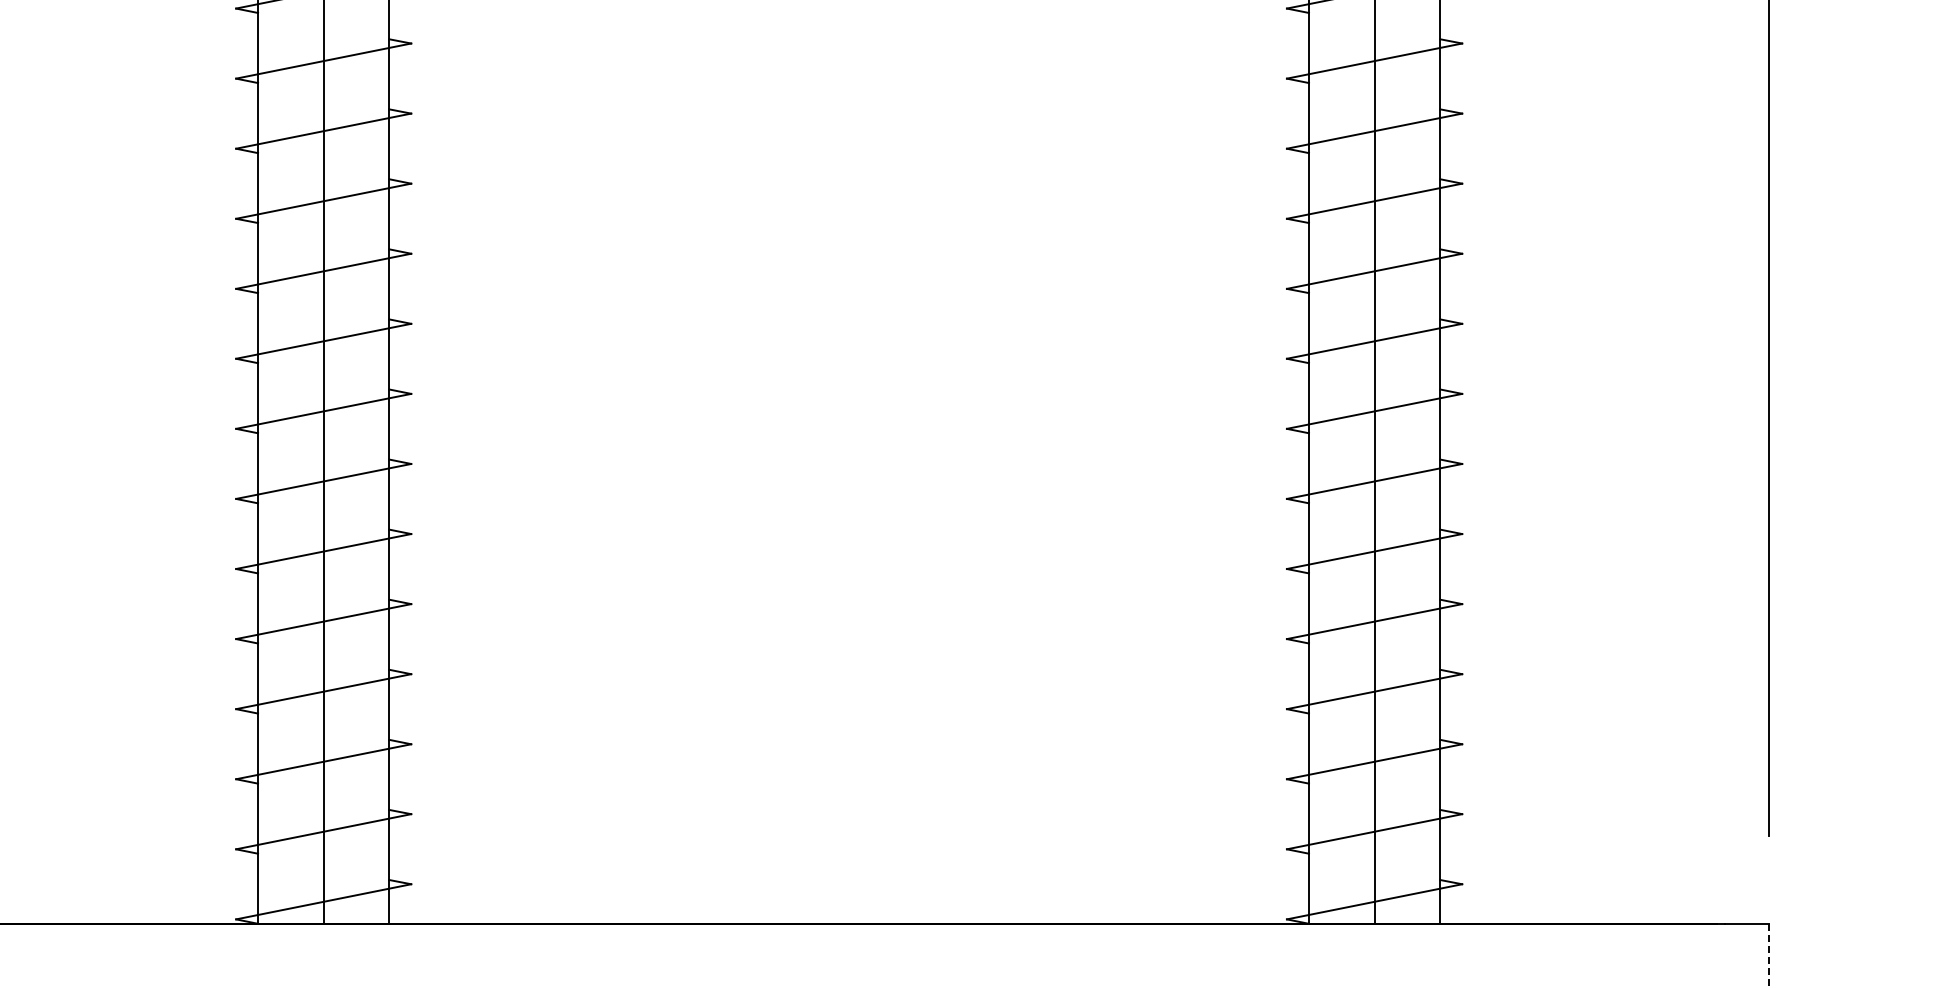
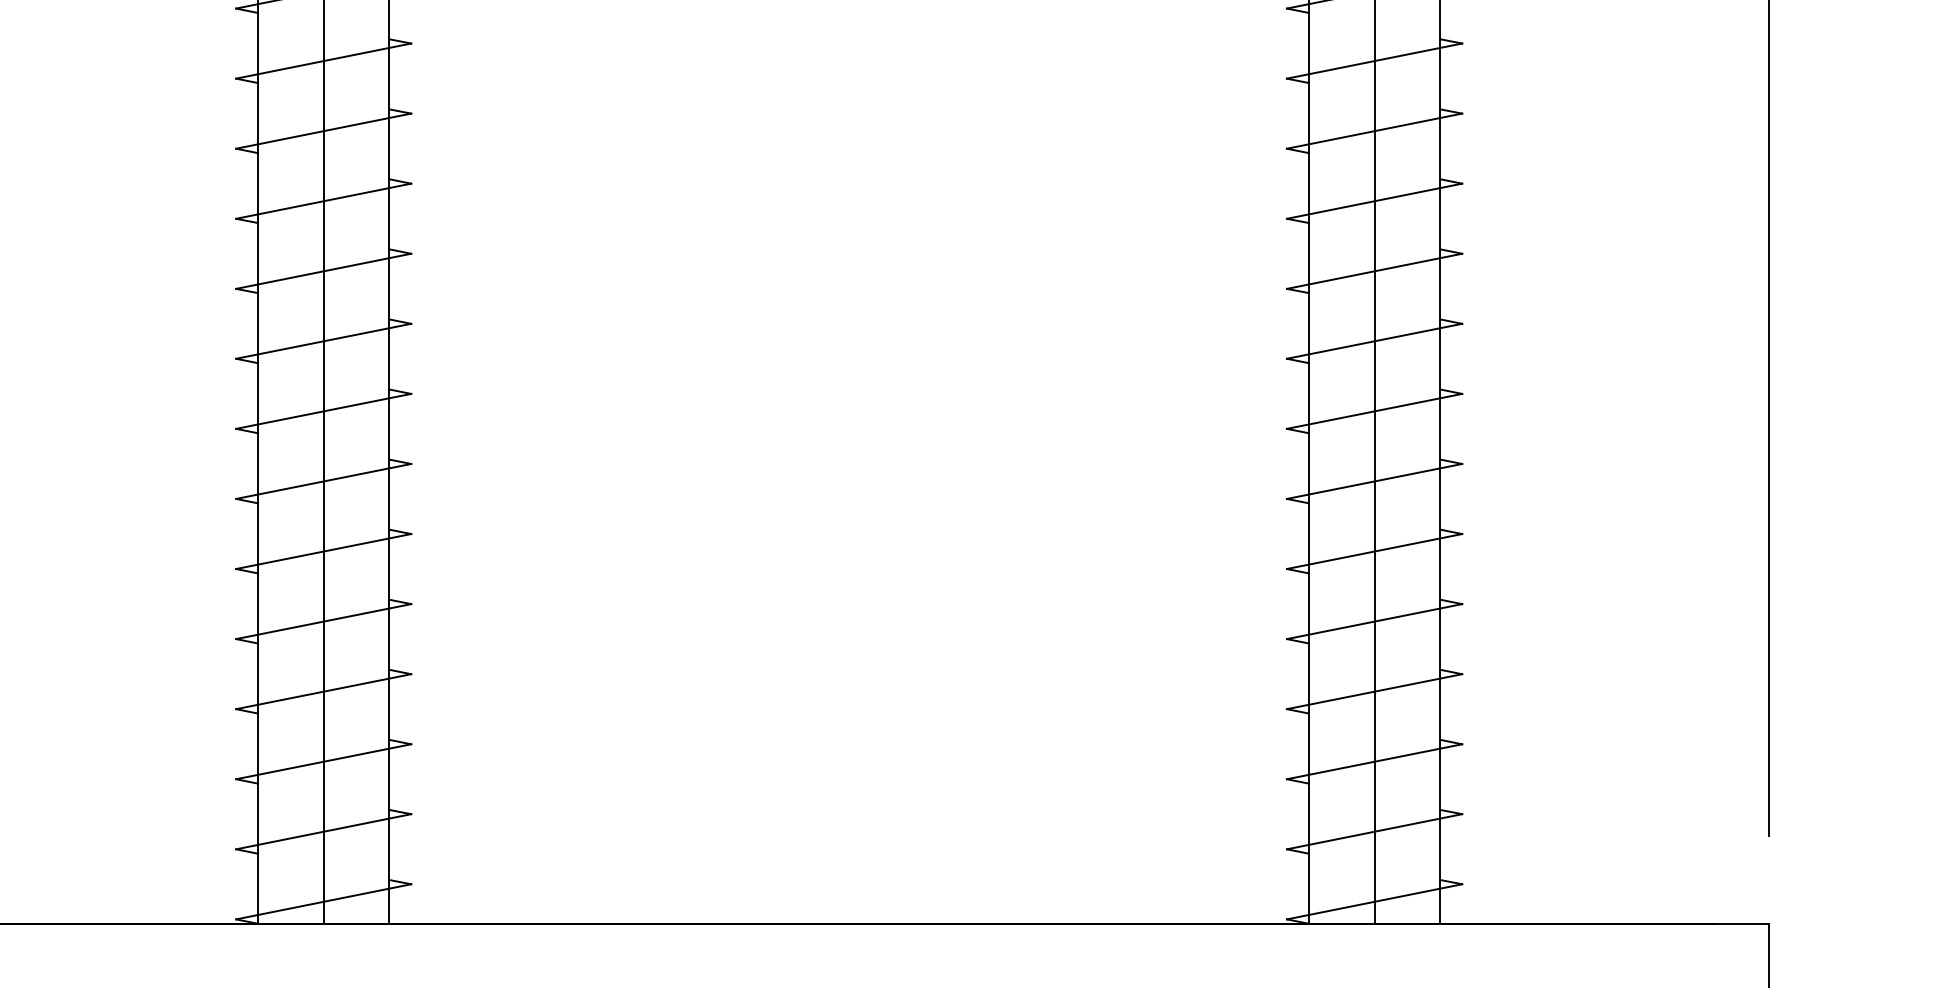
line at (1768, 955): dashed -> solid
